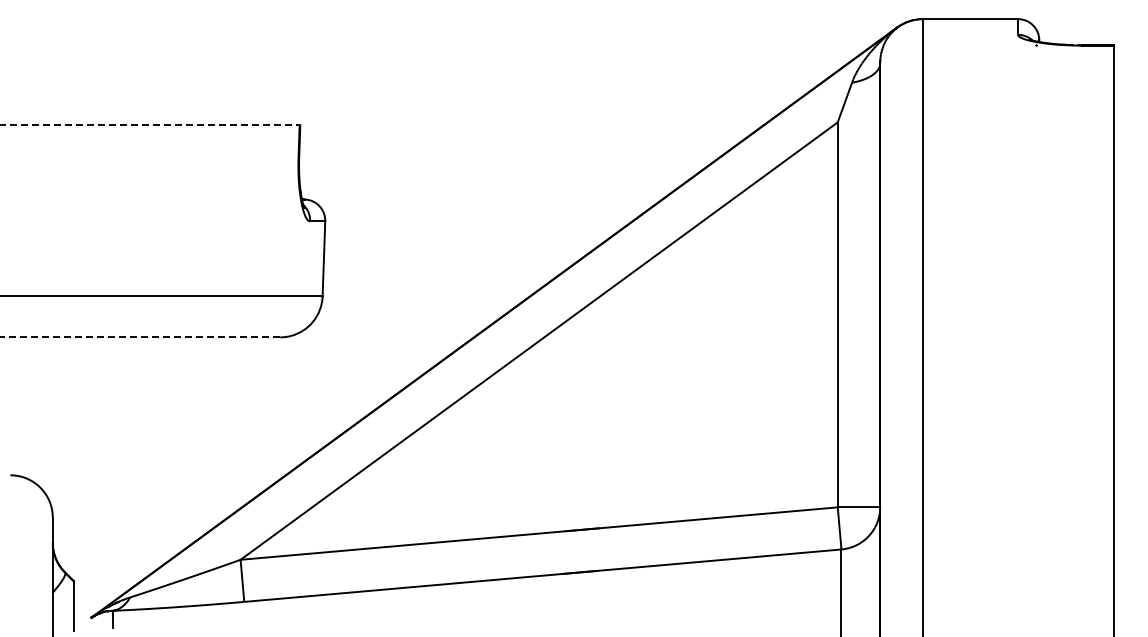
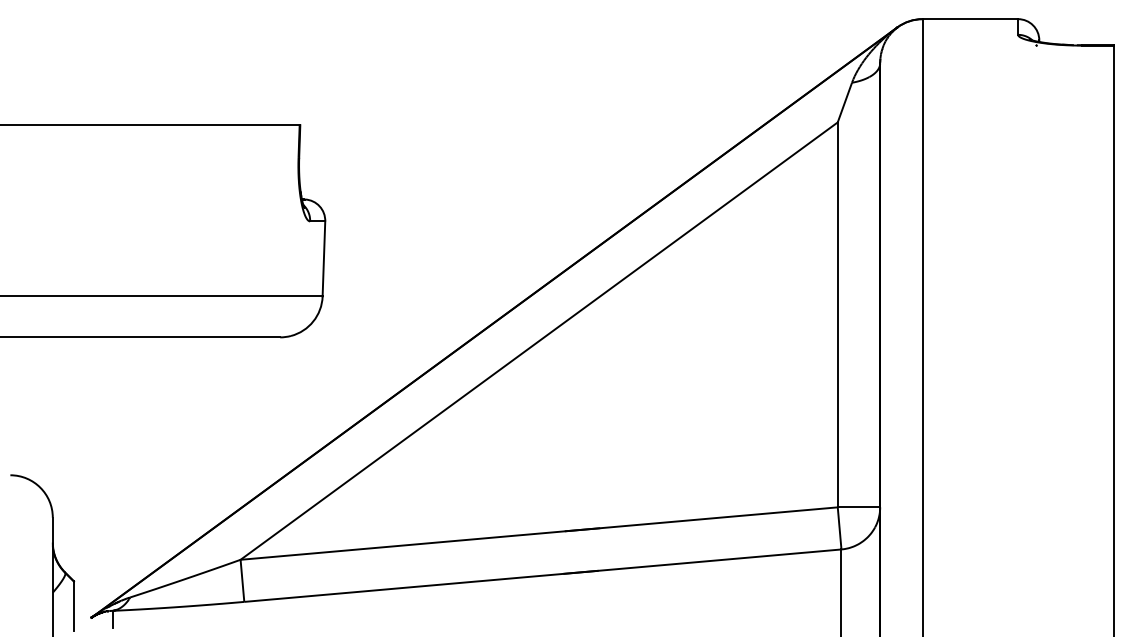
line at (150, 125): dashed -> solid
line at (140, 337): dashed -> solid
